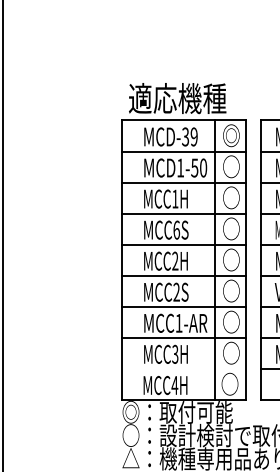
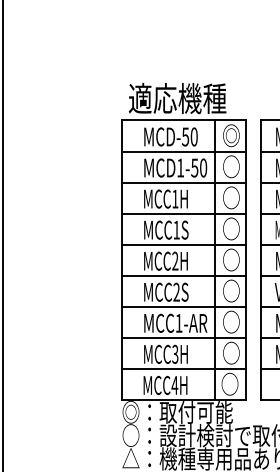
text at (189, 136): MCD-39 -> MCD-50
text at (176, 229): MCC6S -> MCC1S
line at (183, 368): none -> present
